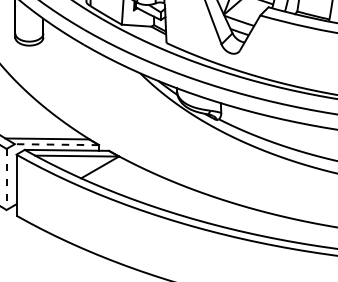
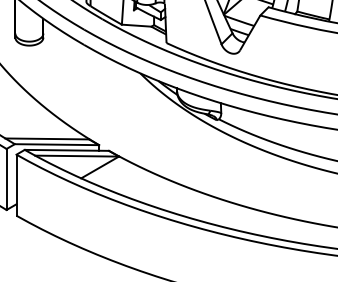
line at (56, 144): dashed -> solid
line at (6, 179): dashed -> solid
